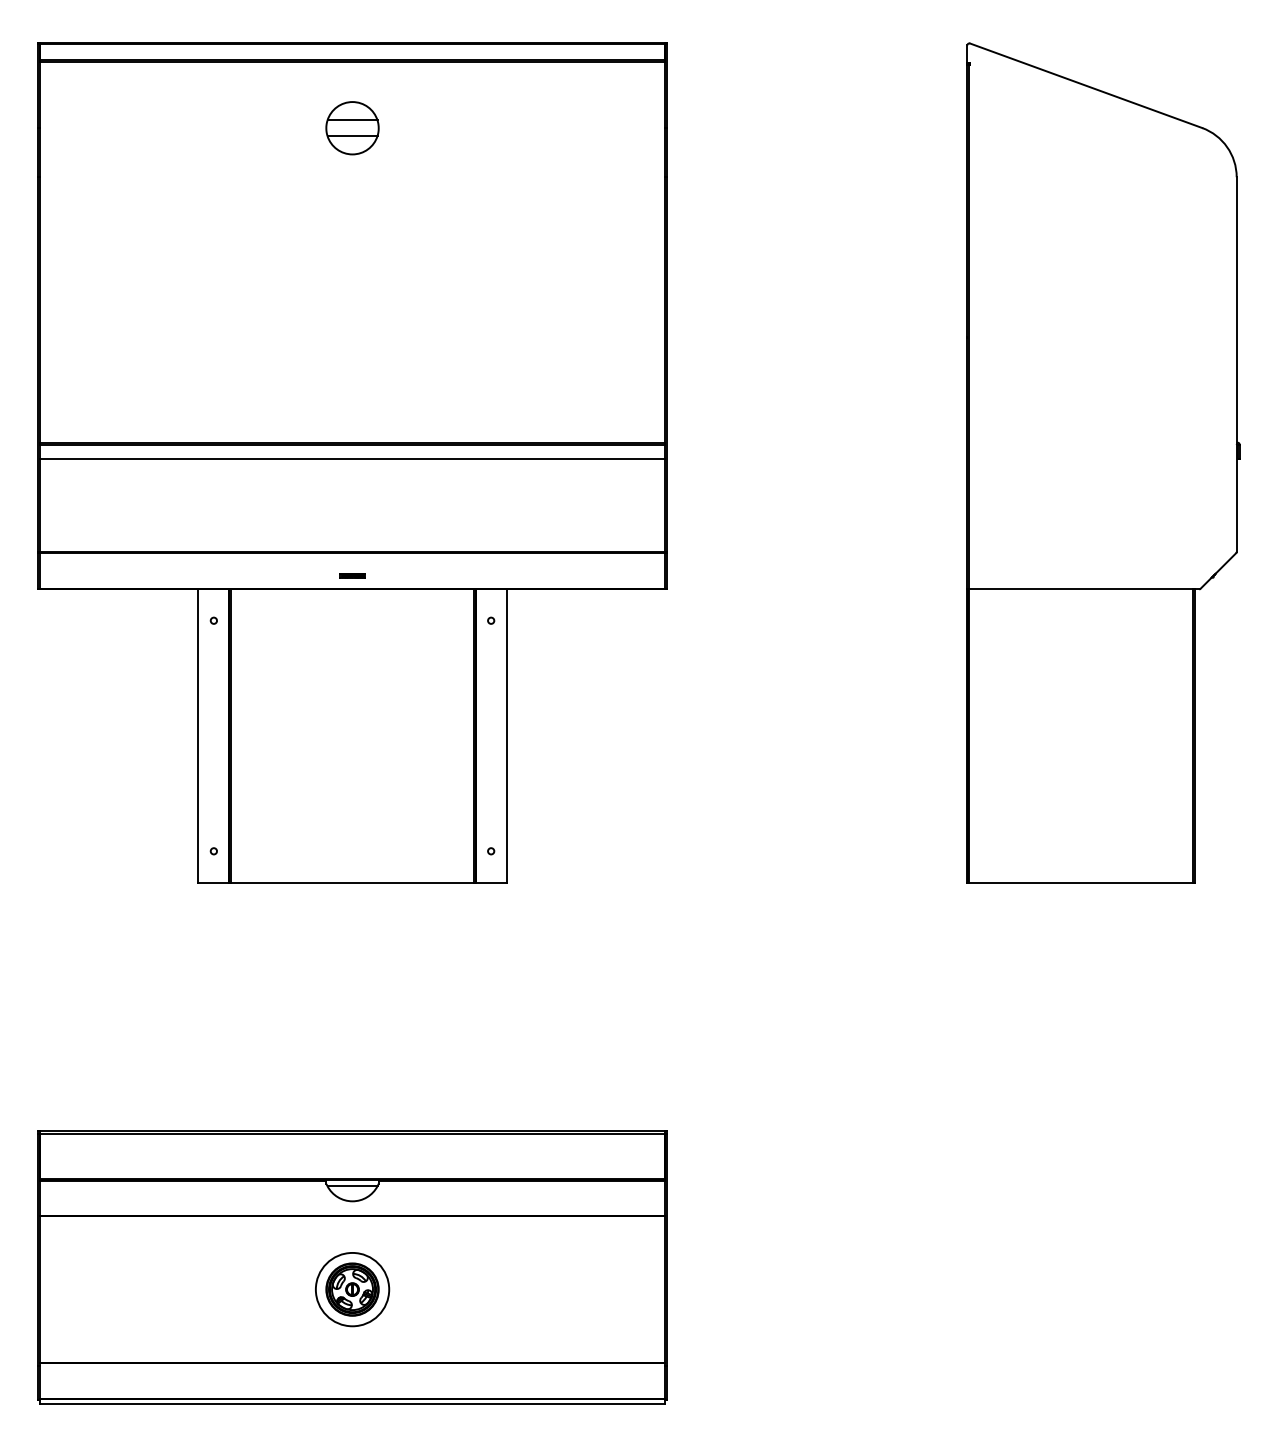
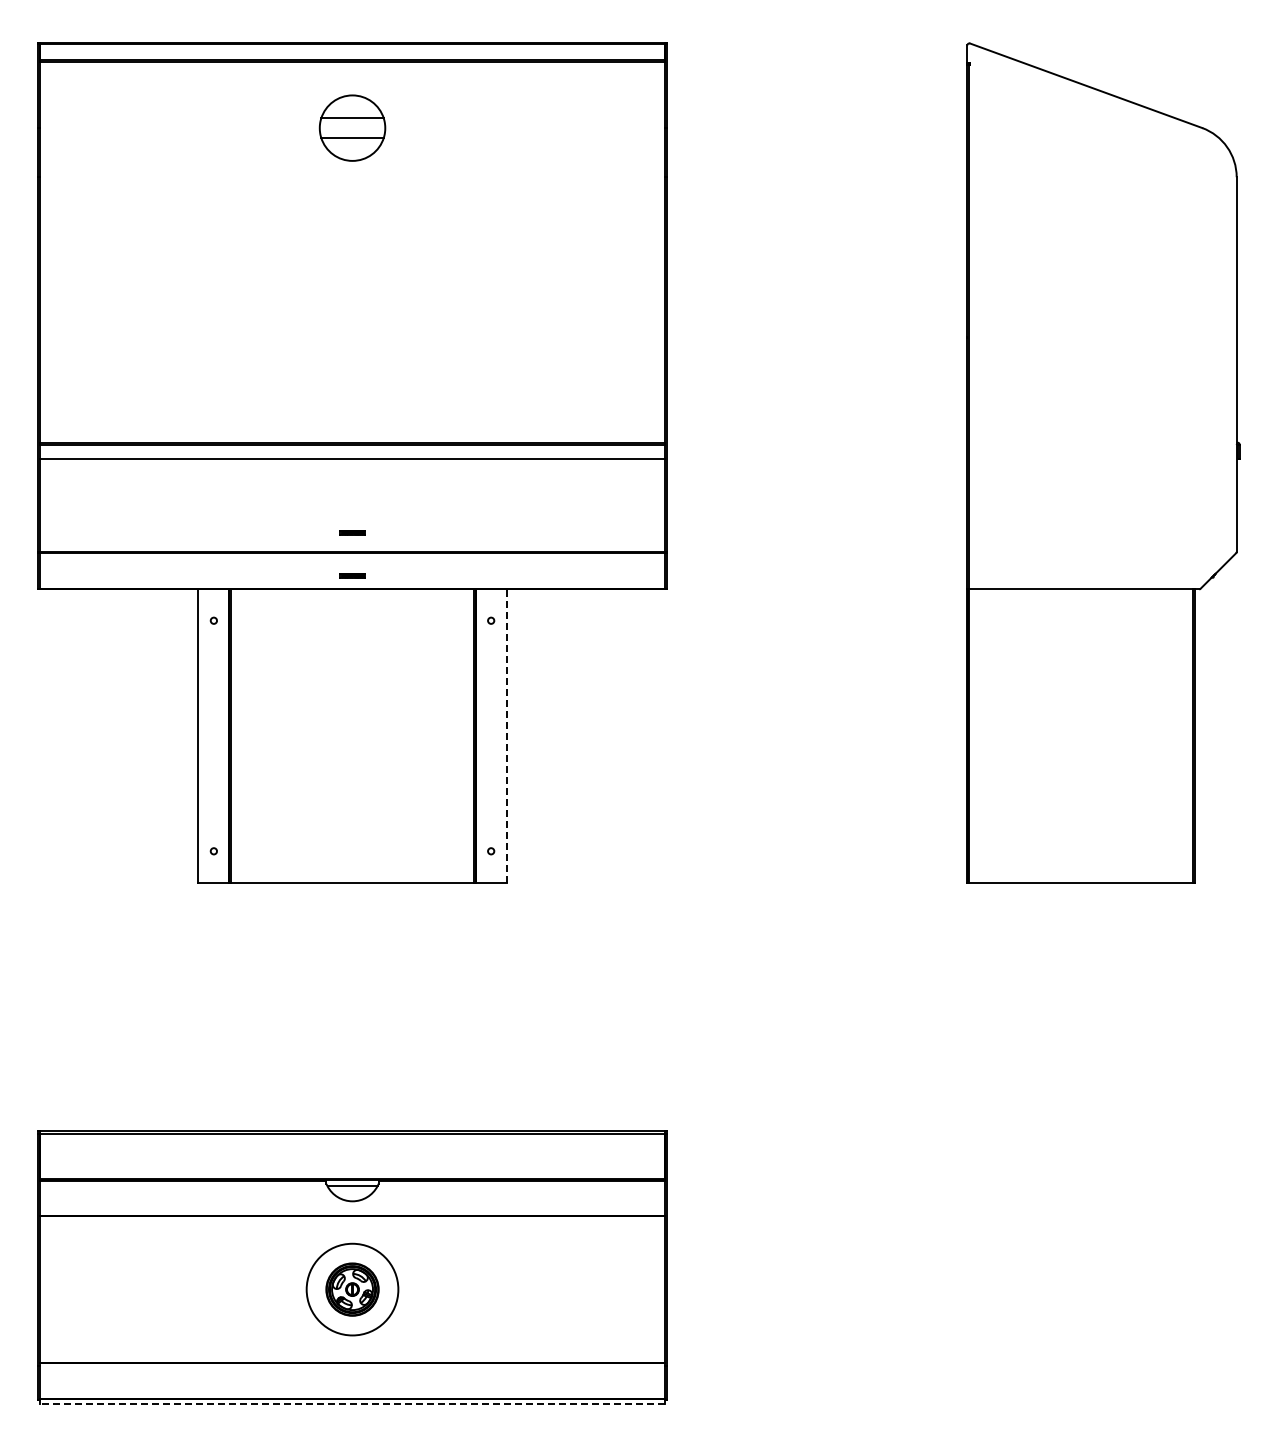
part at (352, 128) size: 55x55 px -> 69x68 px
part at (352, 532): none -> present
line at (507, 736): solid -> dashed
circle at (352, 1289) diameter: 73 px -> 92 px
line at (352, 1403): solid -> dashed
